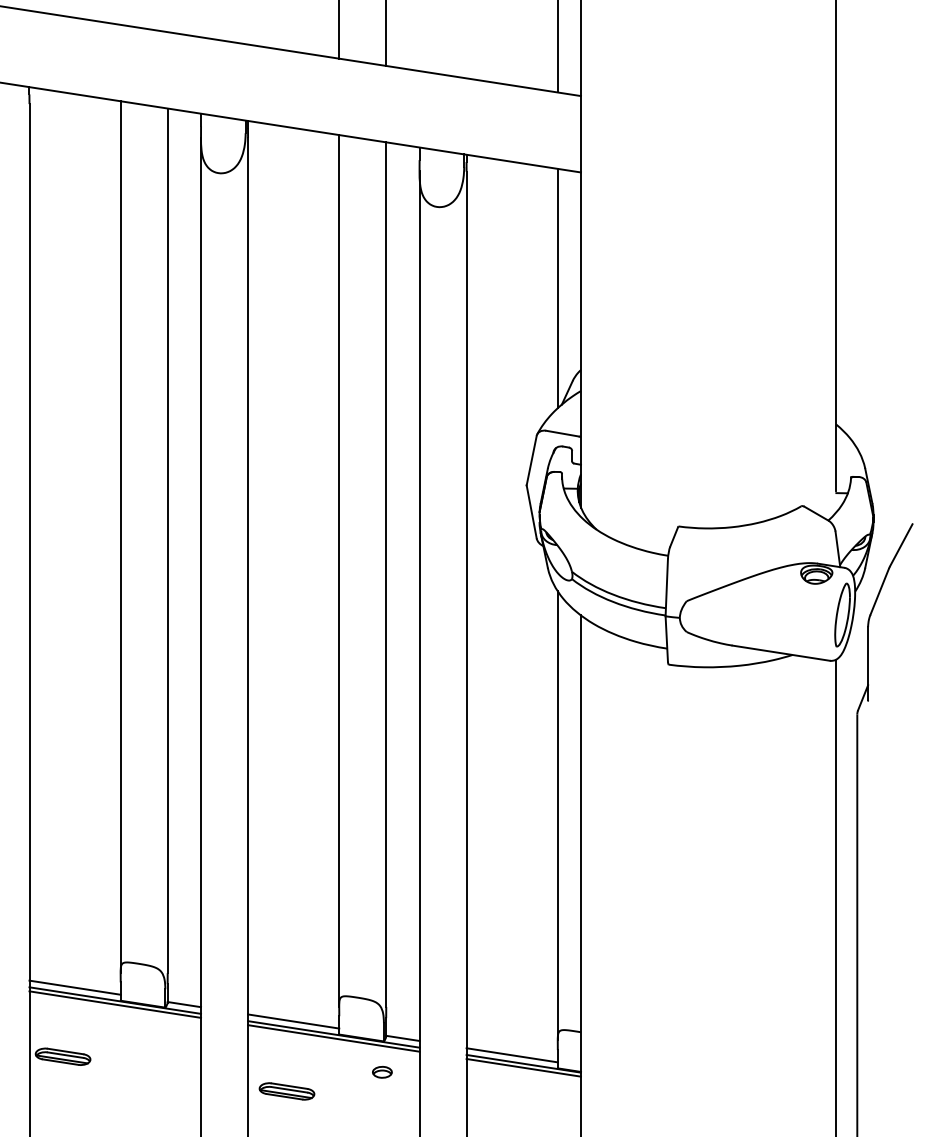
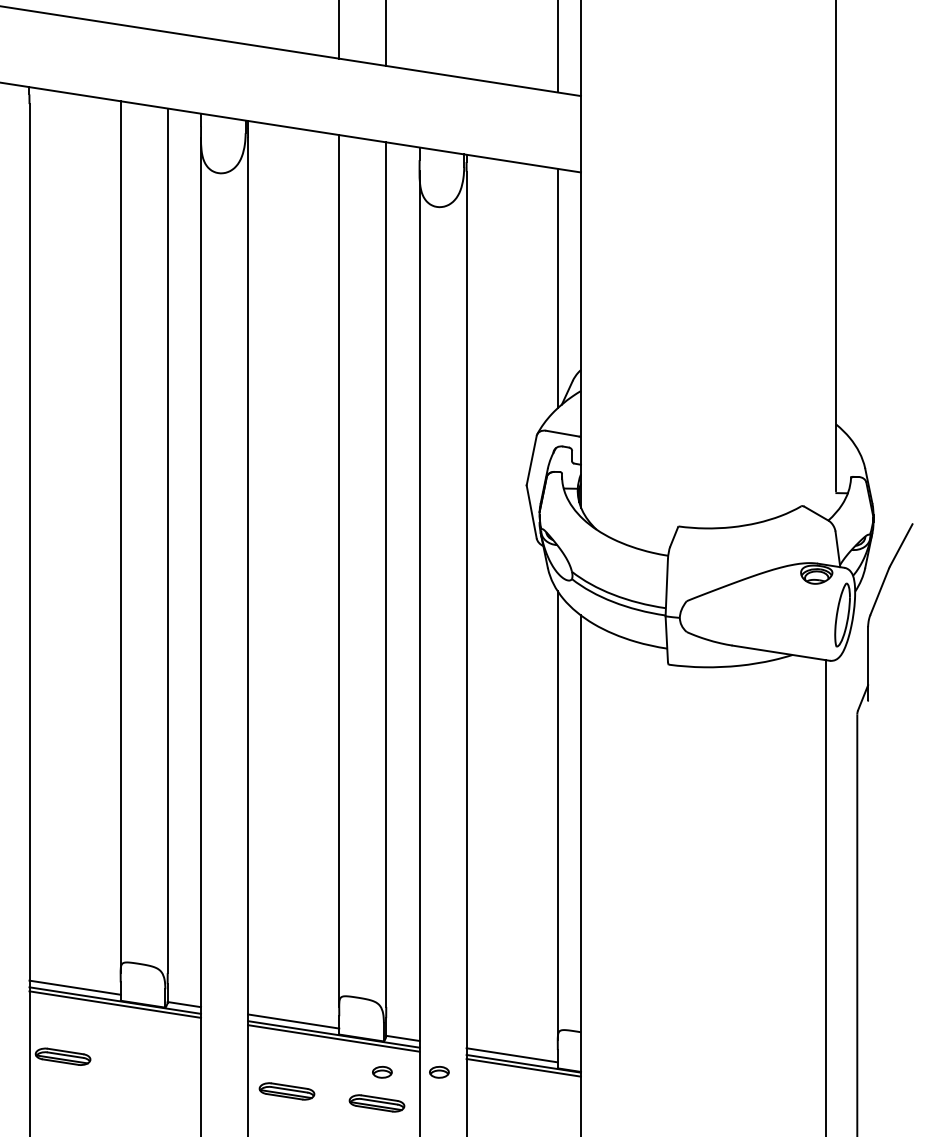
line at (836, 896) position: (836, 896) -> (826, 896)
part at (439, 1072): none -> present
part at (376, 1103): none -> present
